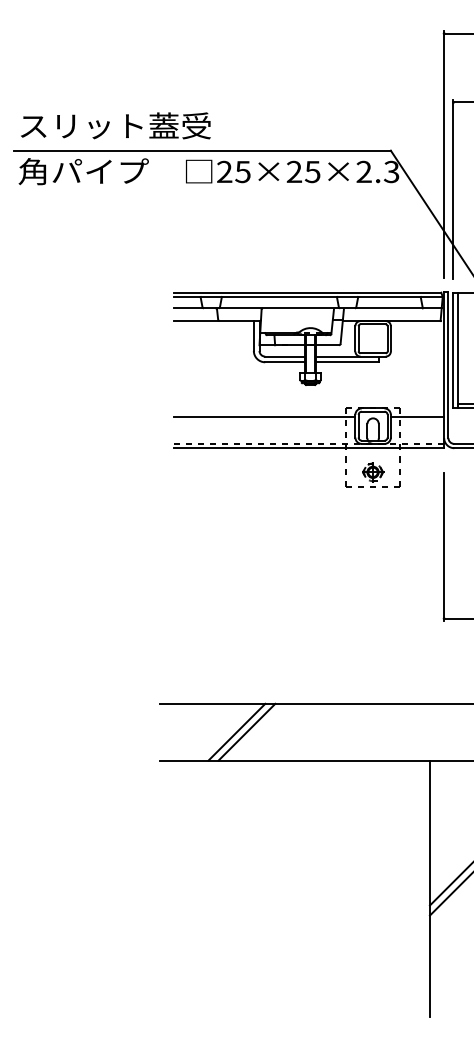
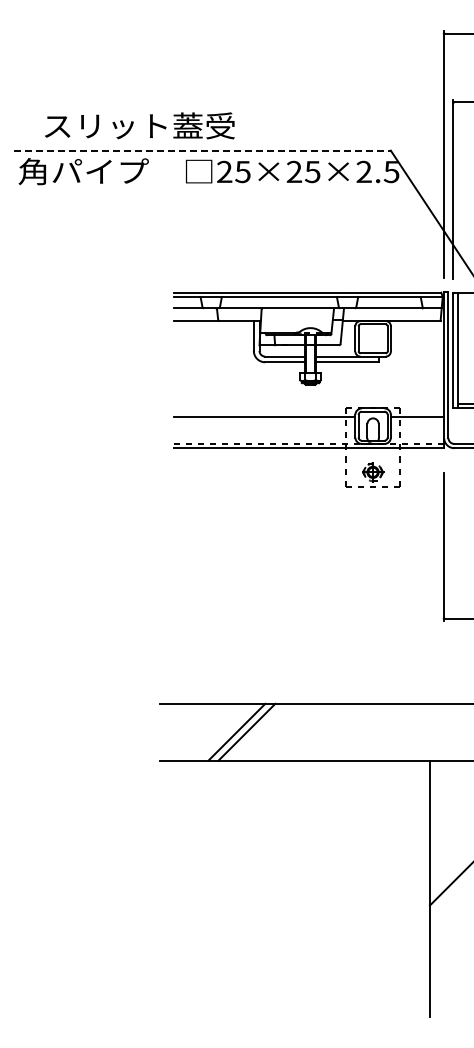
text at (115, 125) position: (115, 125) -> (139, 125)
line at (202, 150): solid -> dashed
text at (391, 171): 25×25×2.3 -> 25×25×2.5
line at (449, 895): present -> none
